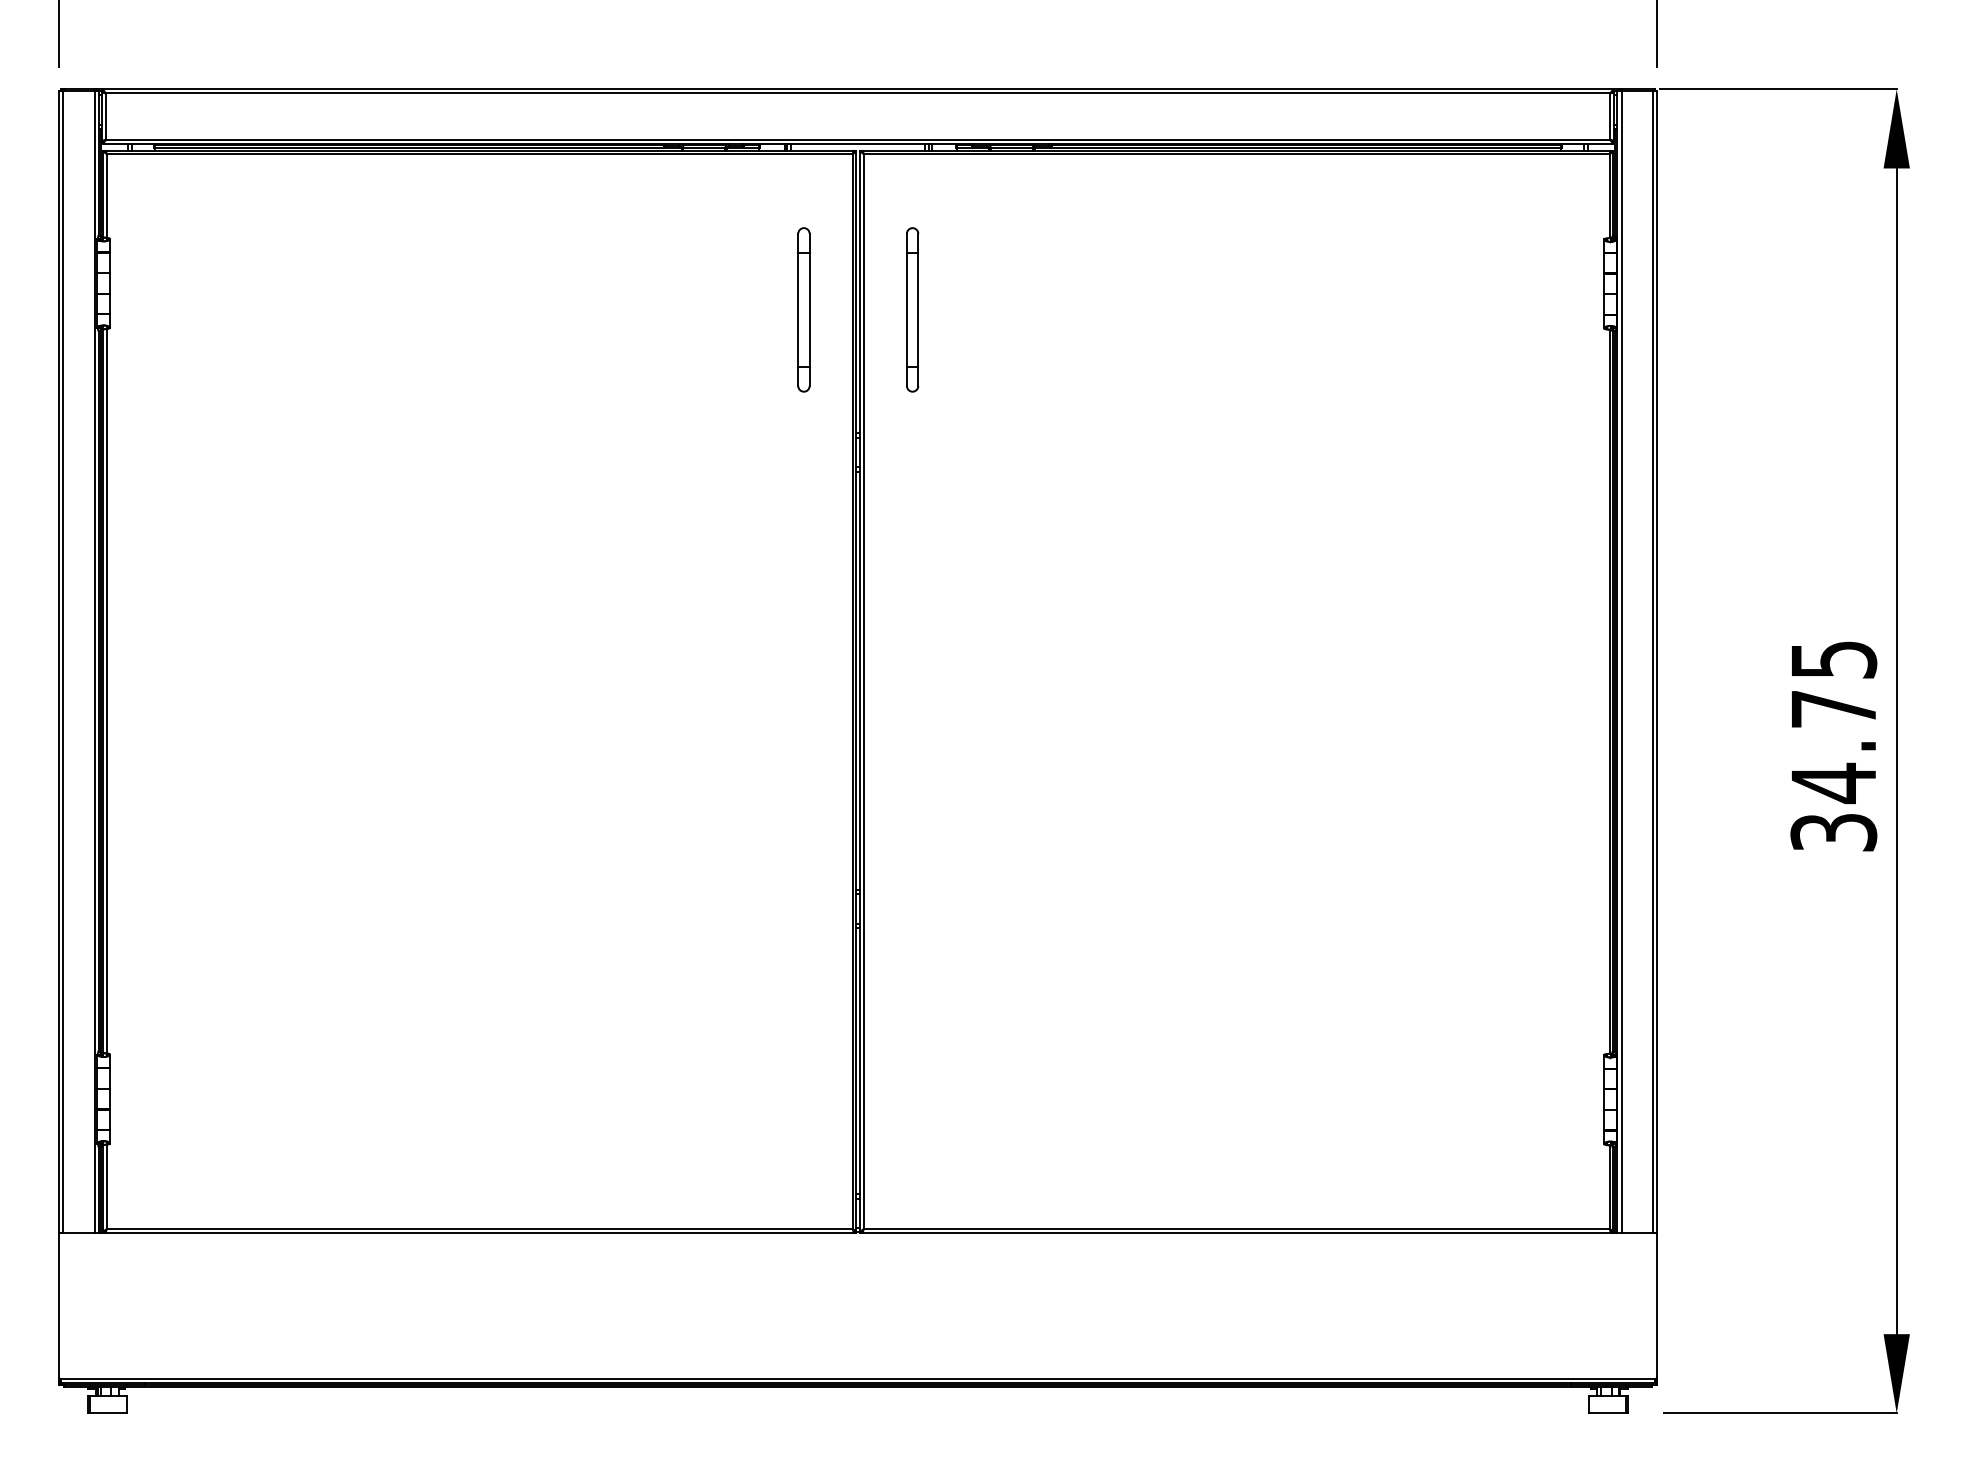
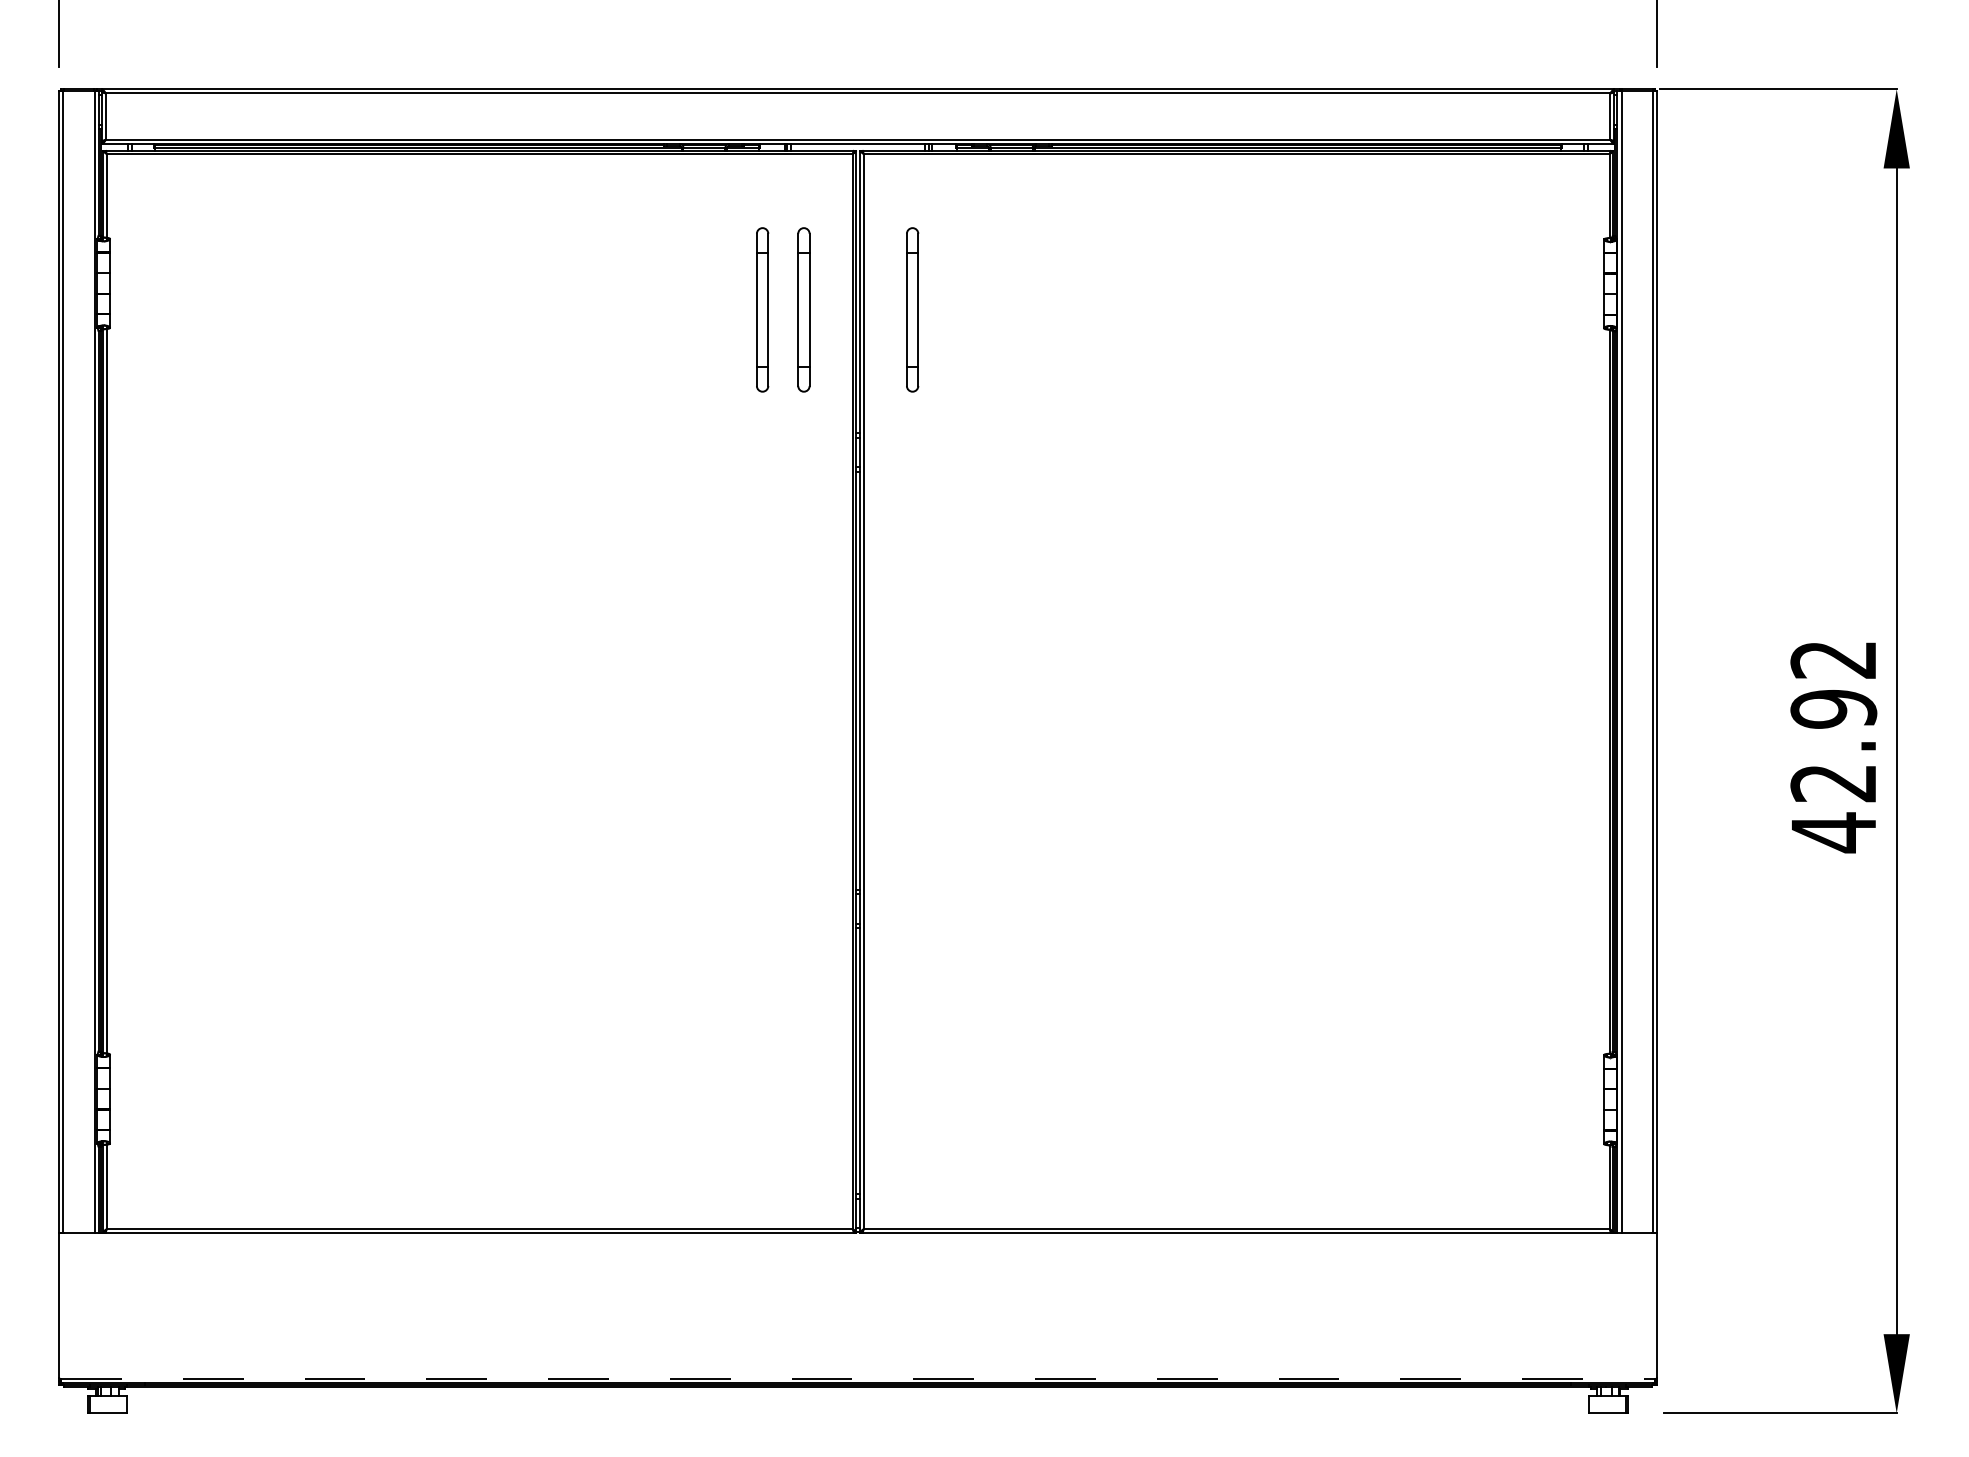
part at (762, 309): none -> present
text at (1833, 747): 34.75 -> 42.92
line at (858, 1378): solid -> dashed
